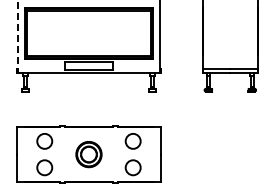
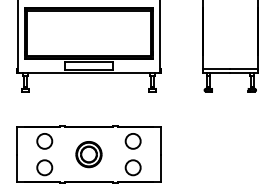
line at (18, 37): dashed -> solid
